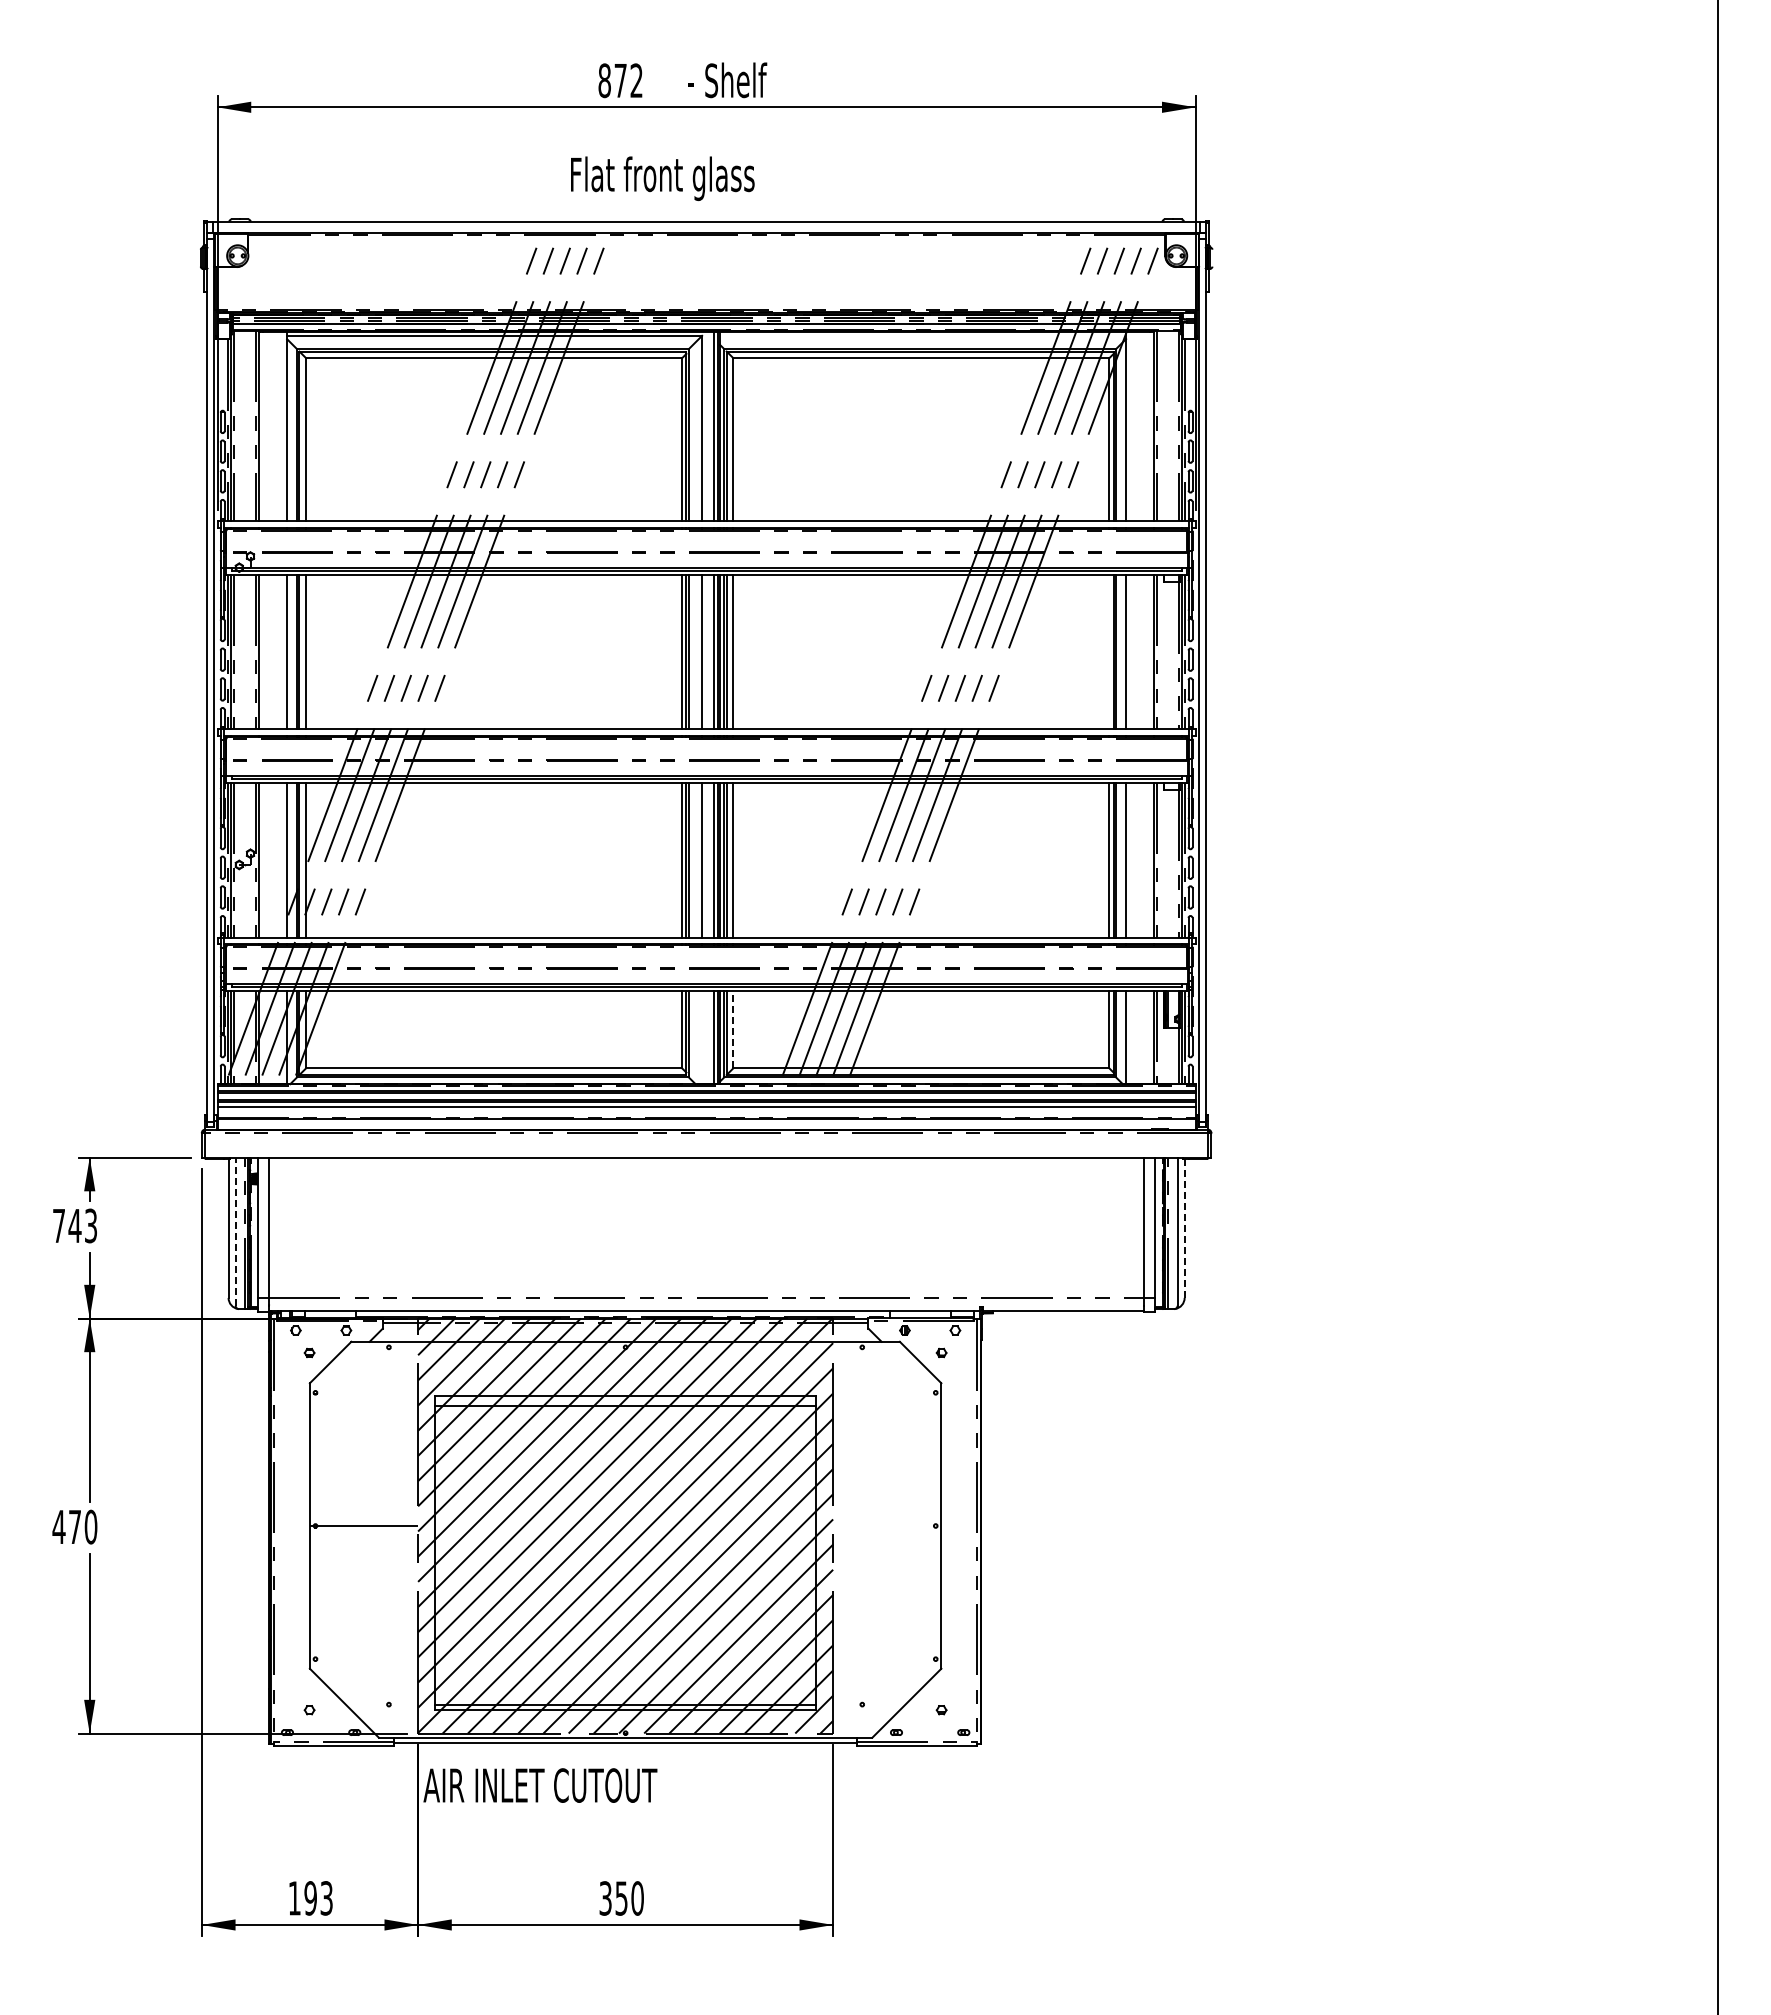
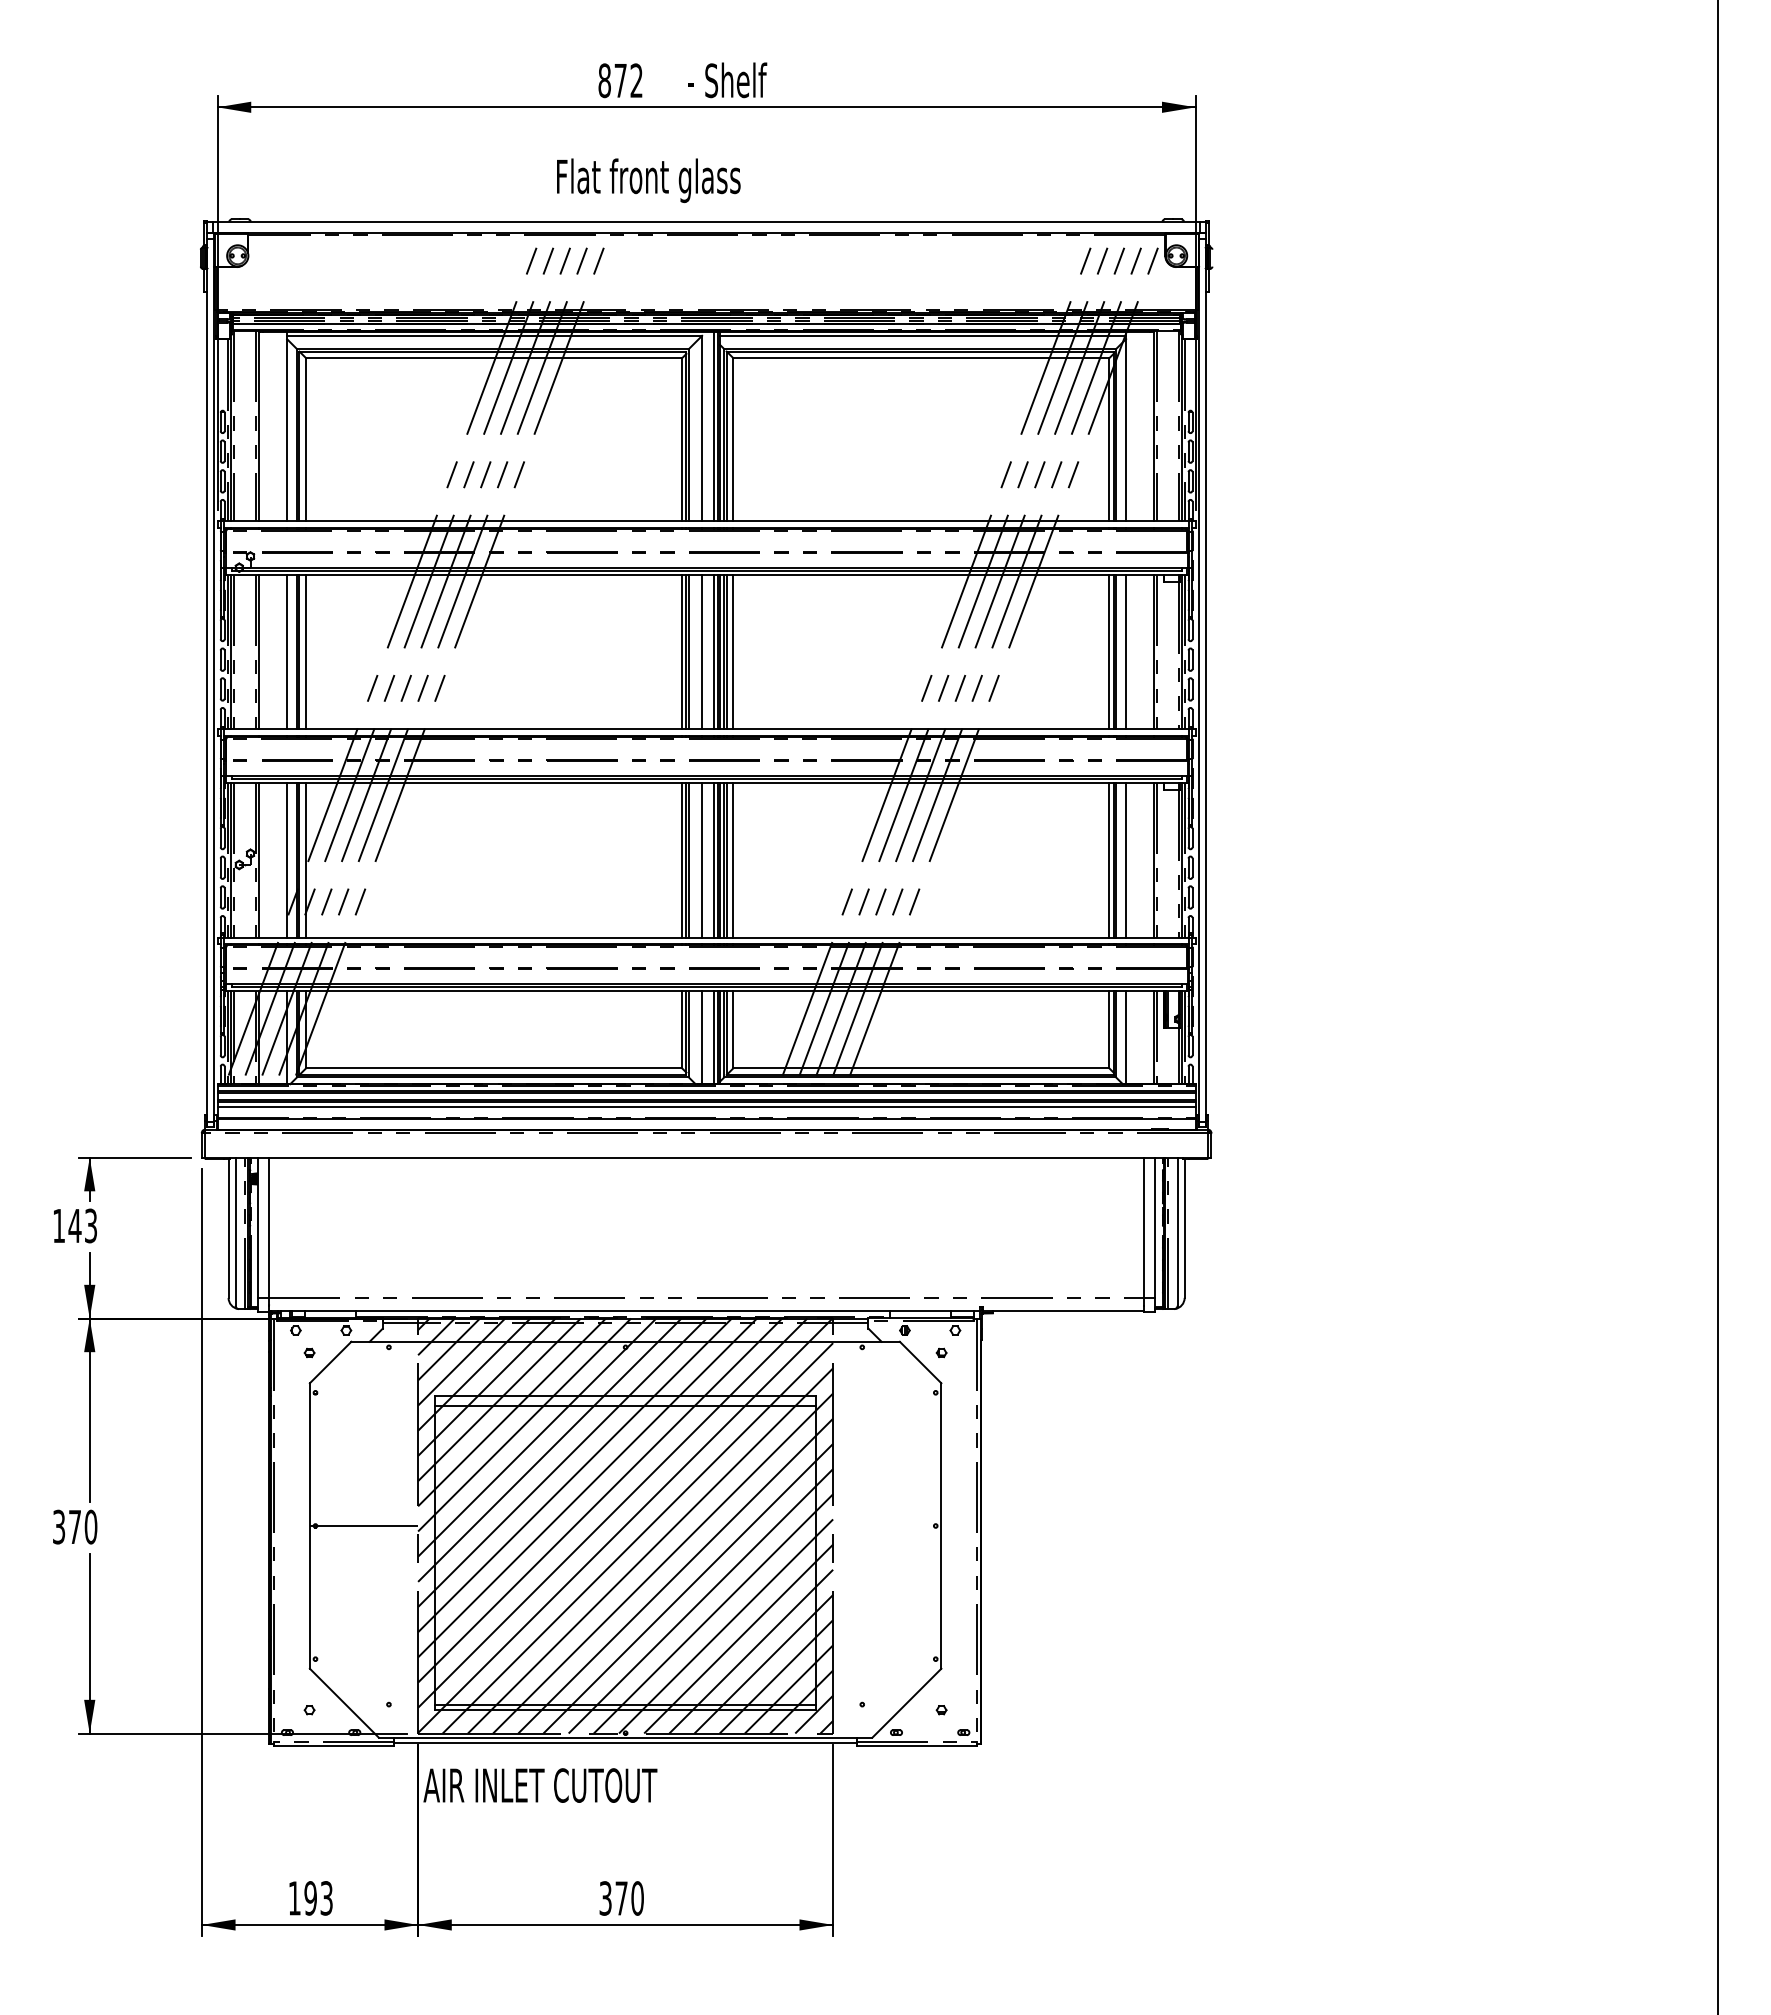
text at (662, 178) position: (662, 178) -> (648, 180)
line at (923, 335): none -> present
line at (1109, 651): none -> present
line at (733, 1029): dashed -> solid
line at (702, 1037): none -> present
text at (58, 1225): 743 -> 143
line at (1184, 1228): dashed -> solid
line at (235, 1231): dashed -> solid
text at (58, 1526): 470 -> 370
text at (621, 1898): 350 -> 370
